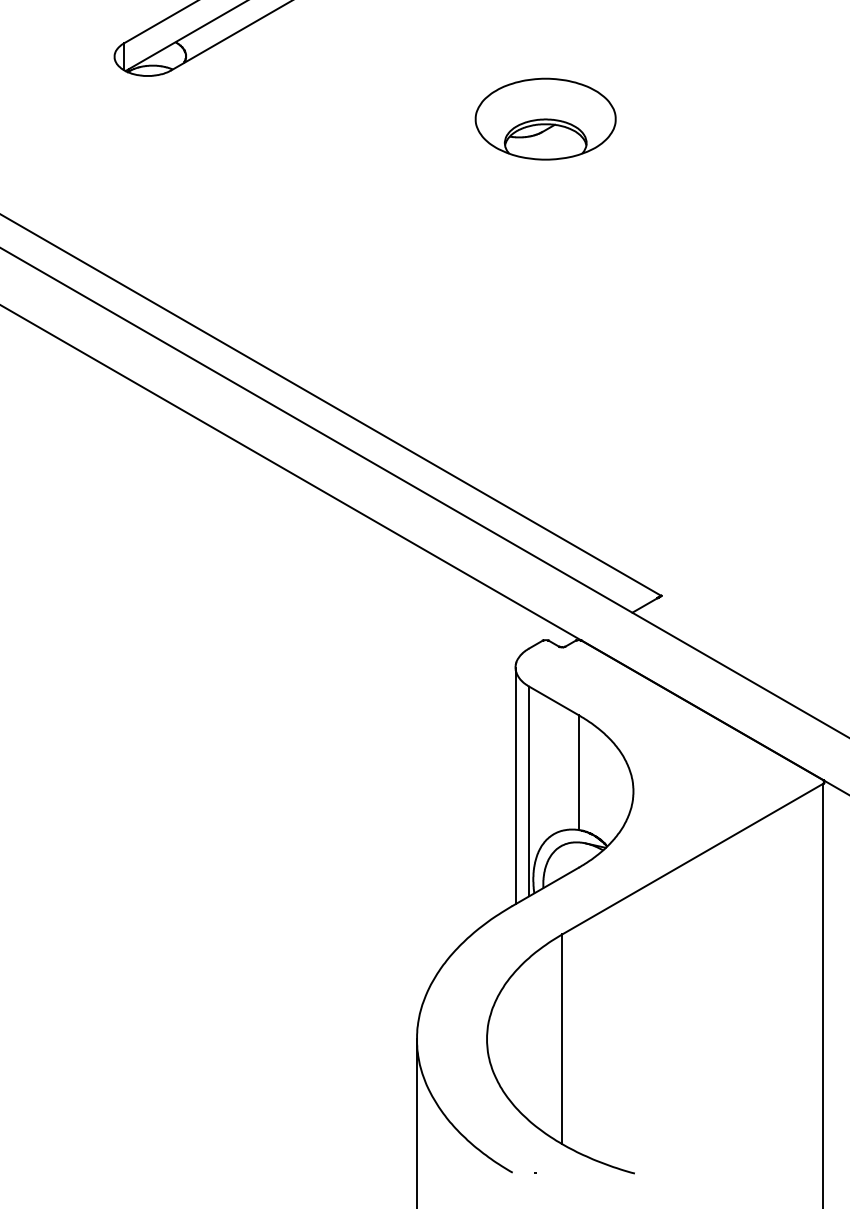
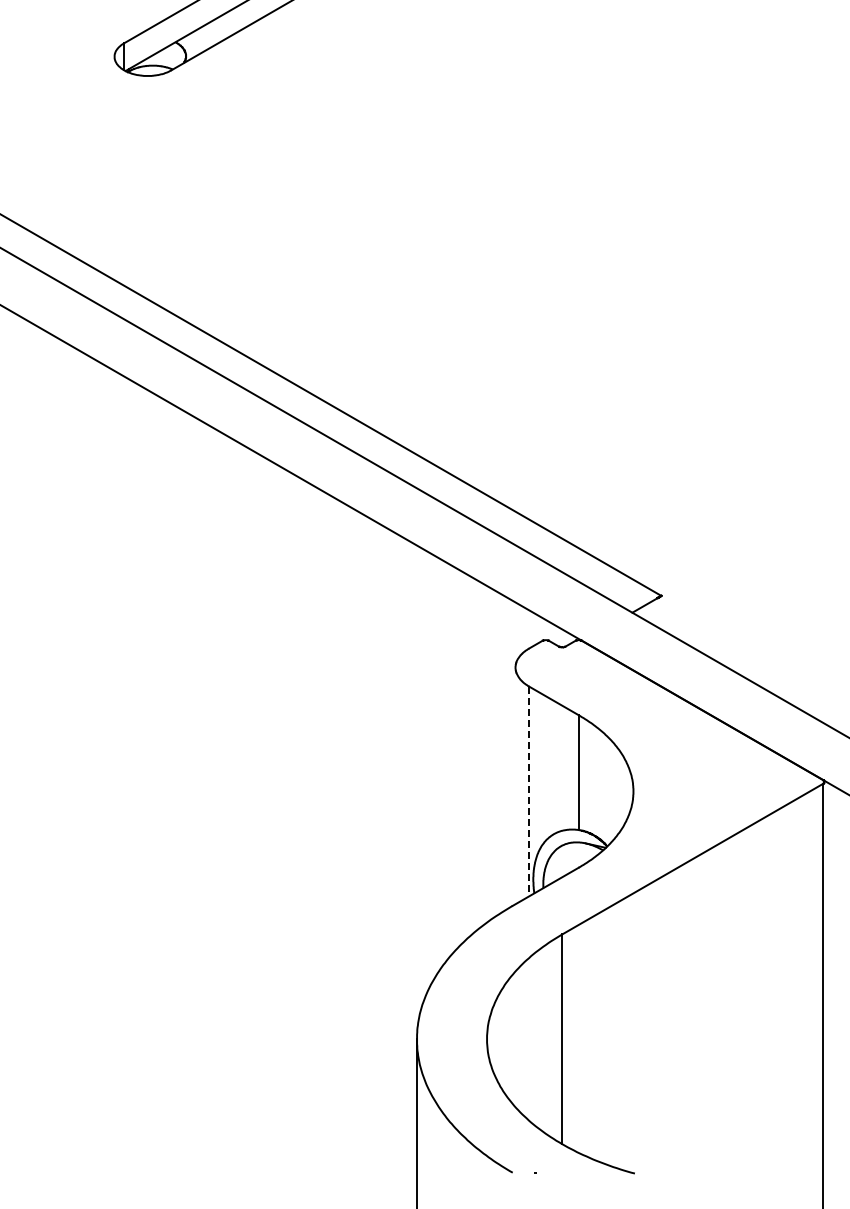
part at (545, 118): present -> none
line at (515, 785): present -> none
line at (529, 791): solid -> dashed
